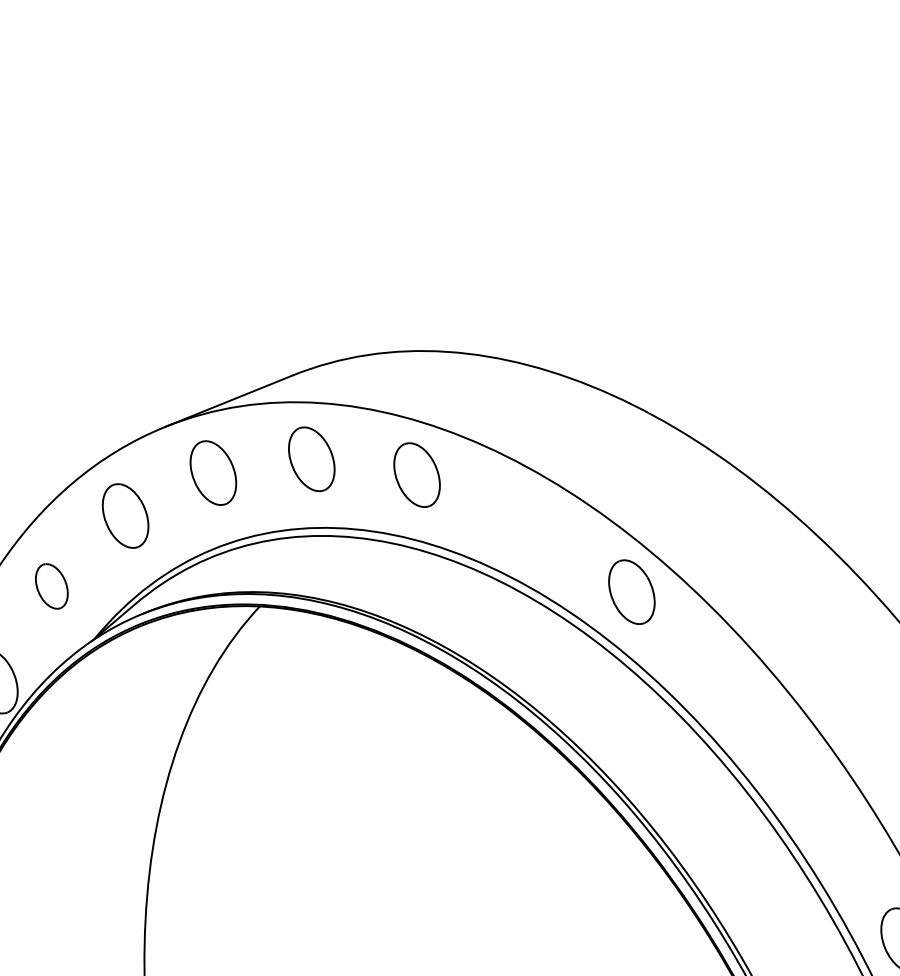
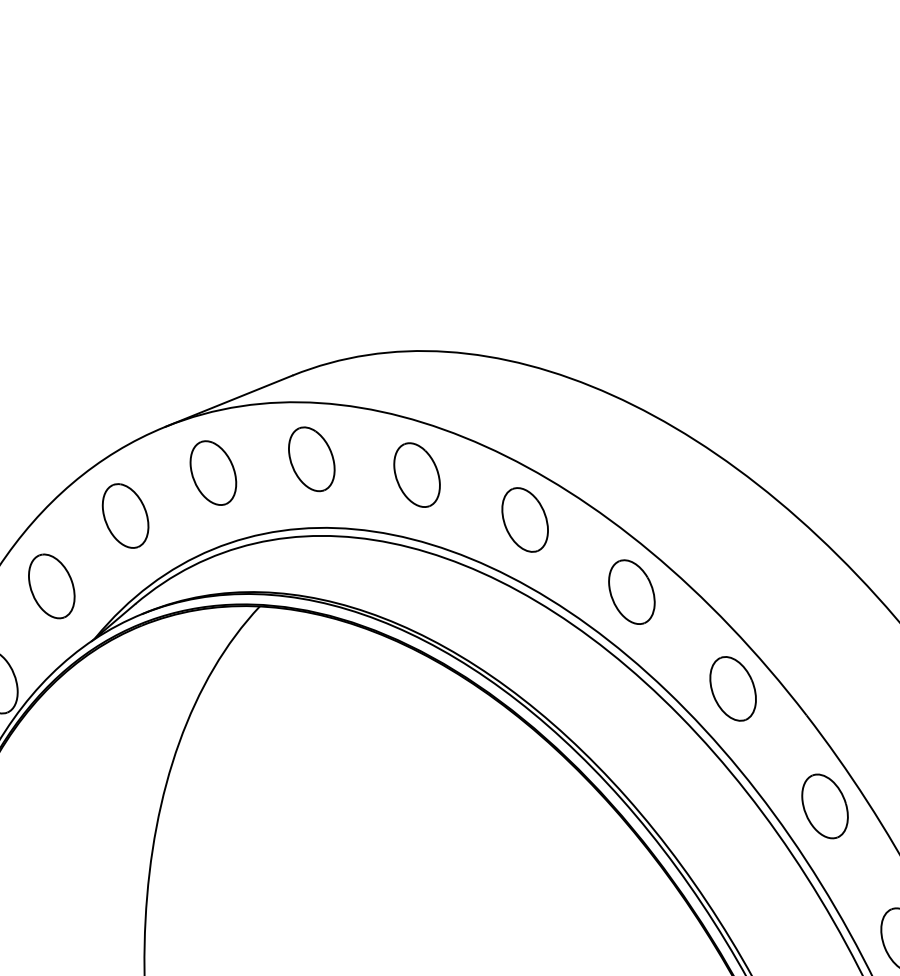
part at (524, 519): none -> present
part at (51, 586) size: 34x47 px -> 48x67 px
part at (732, 688): none -> present
part at (824, 806): none -> present
